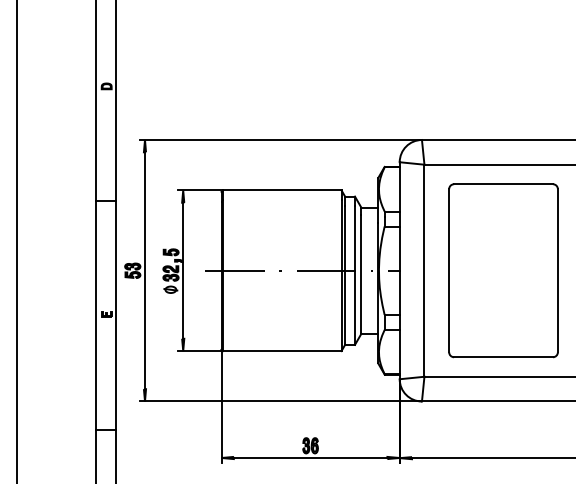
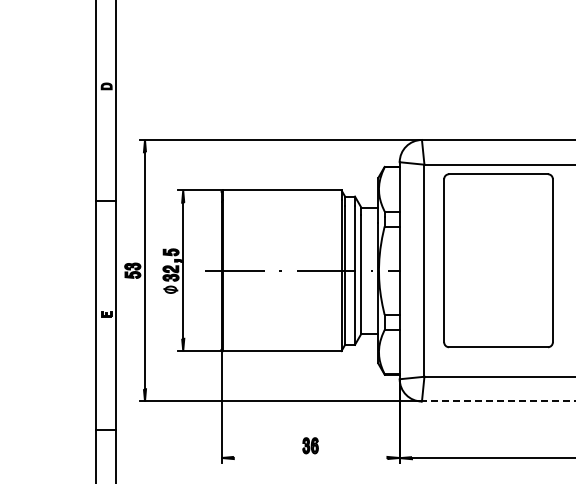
line at (17, 241): present -> none
part at (503, 270) position: (503, 270) -> (498, 260)
line at (498, 401): solid -> dashed
line at (310, 457): present -> none
